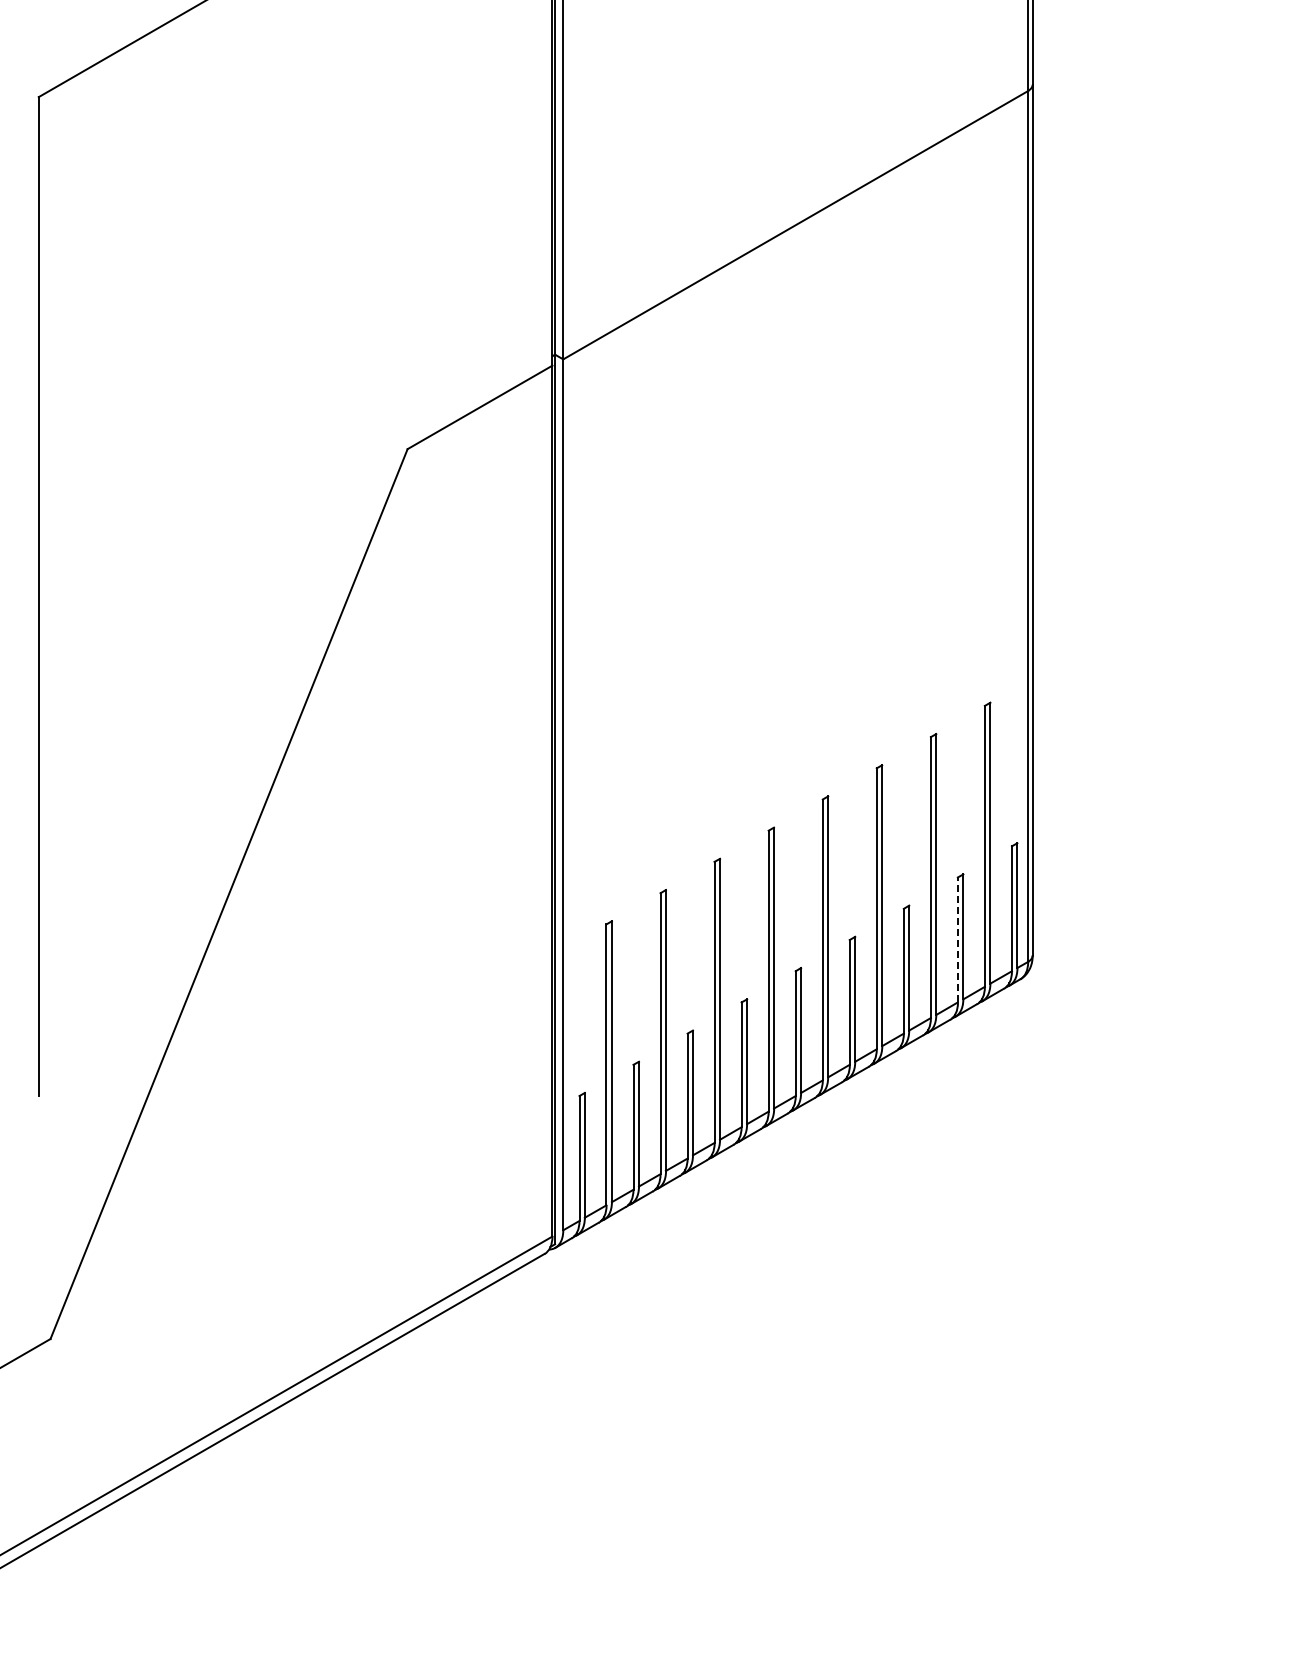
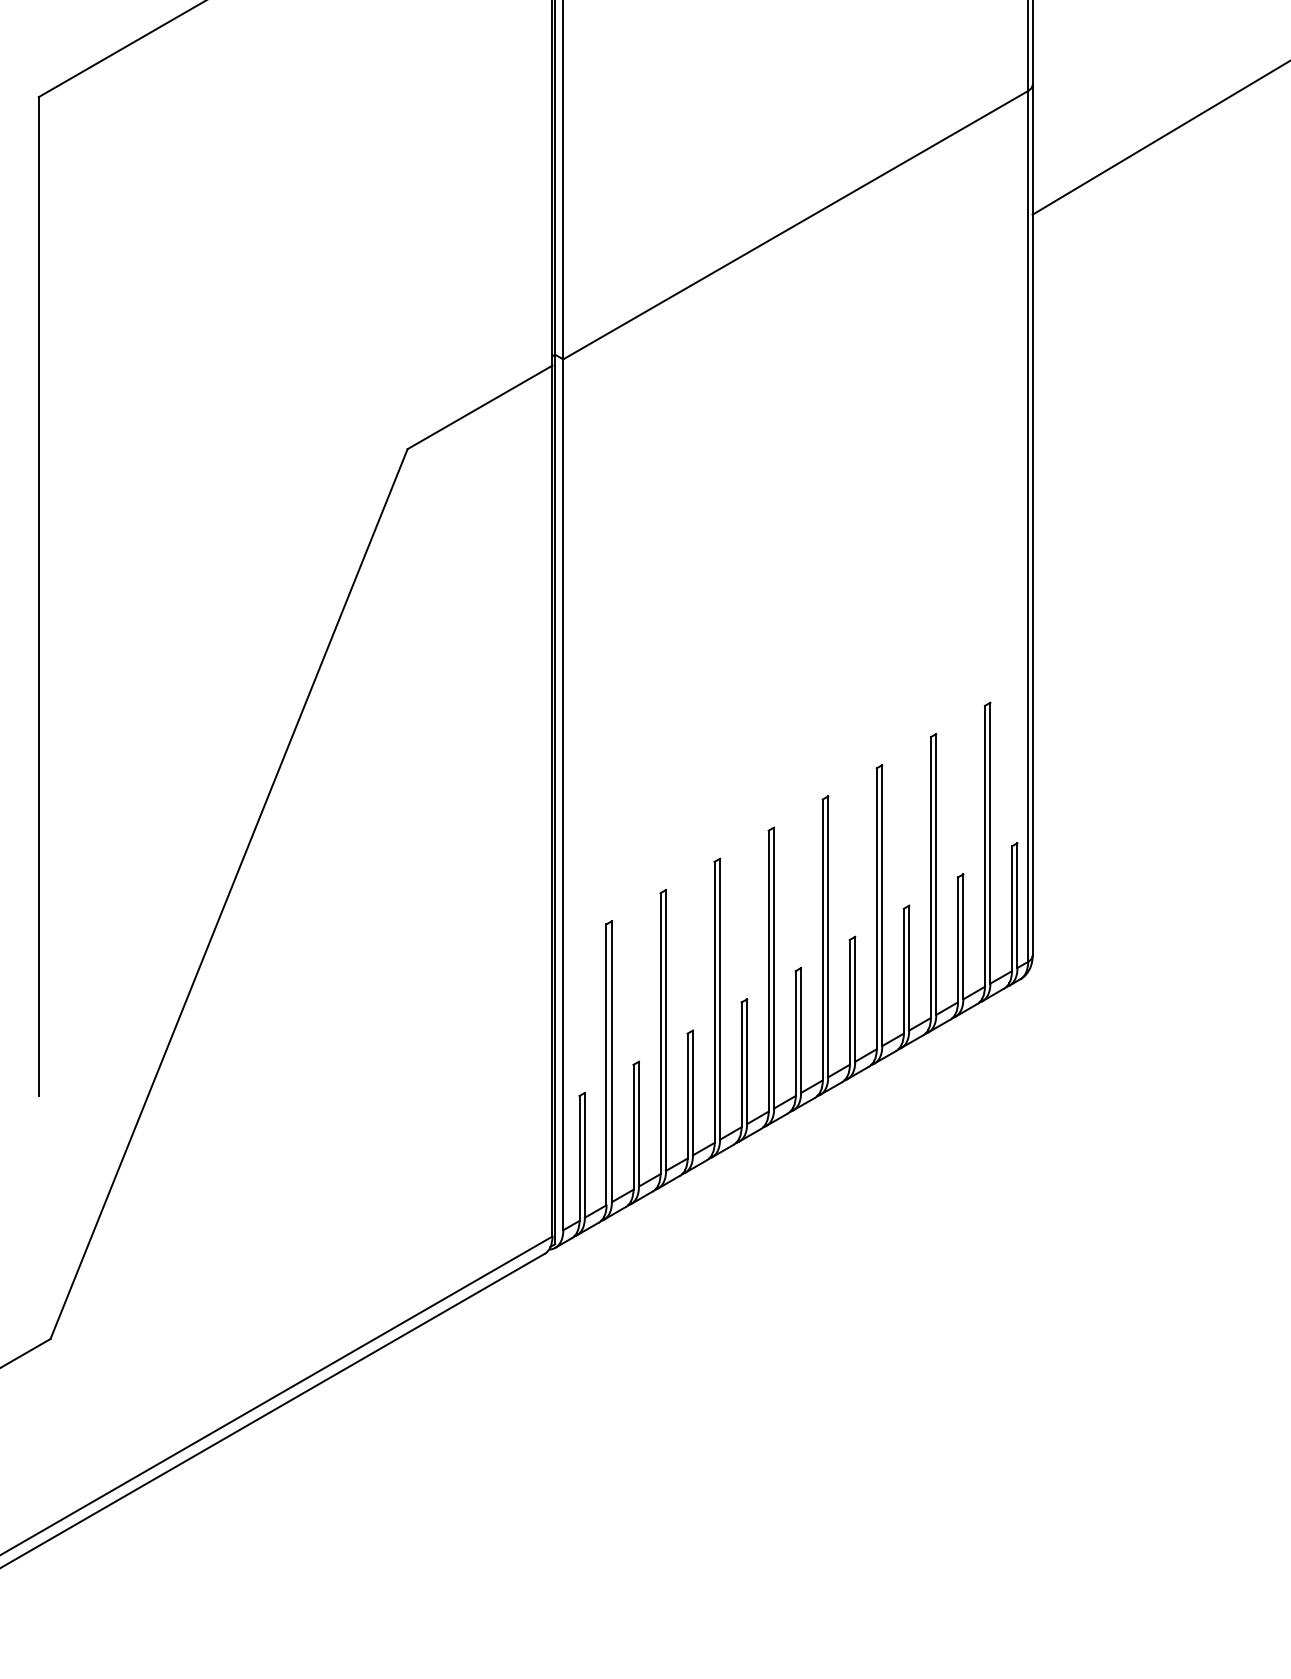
line at (1159, 138): none -> present
line at (957, 939): dashed -> solid
